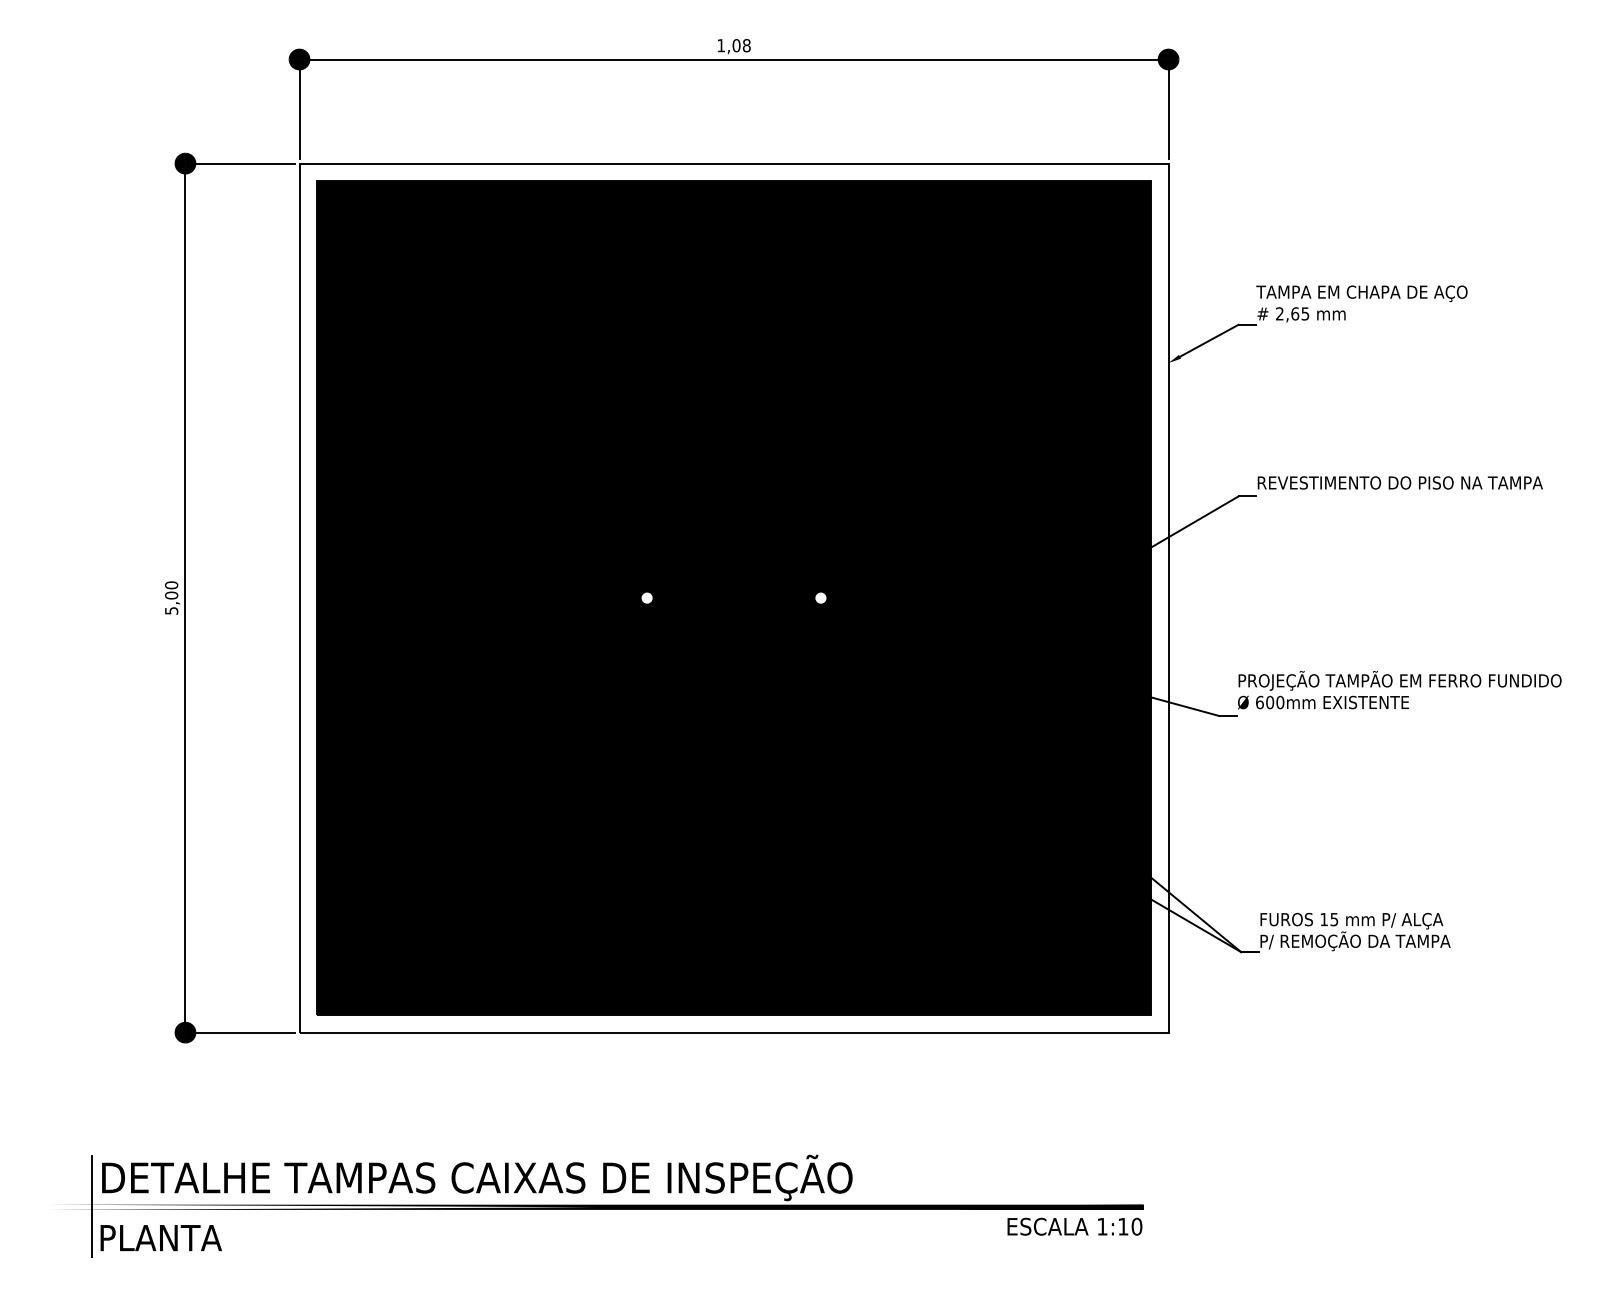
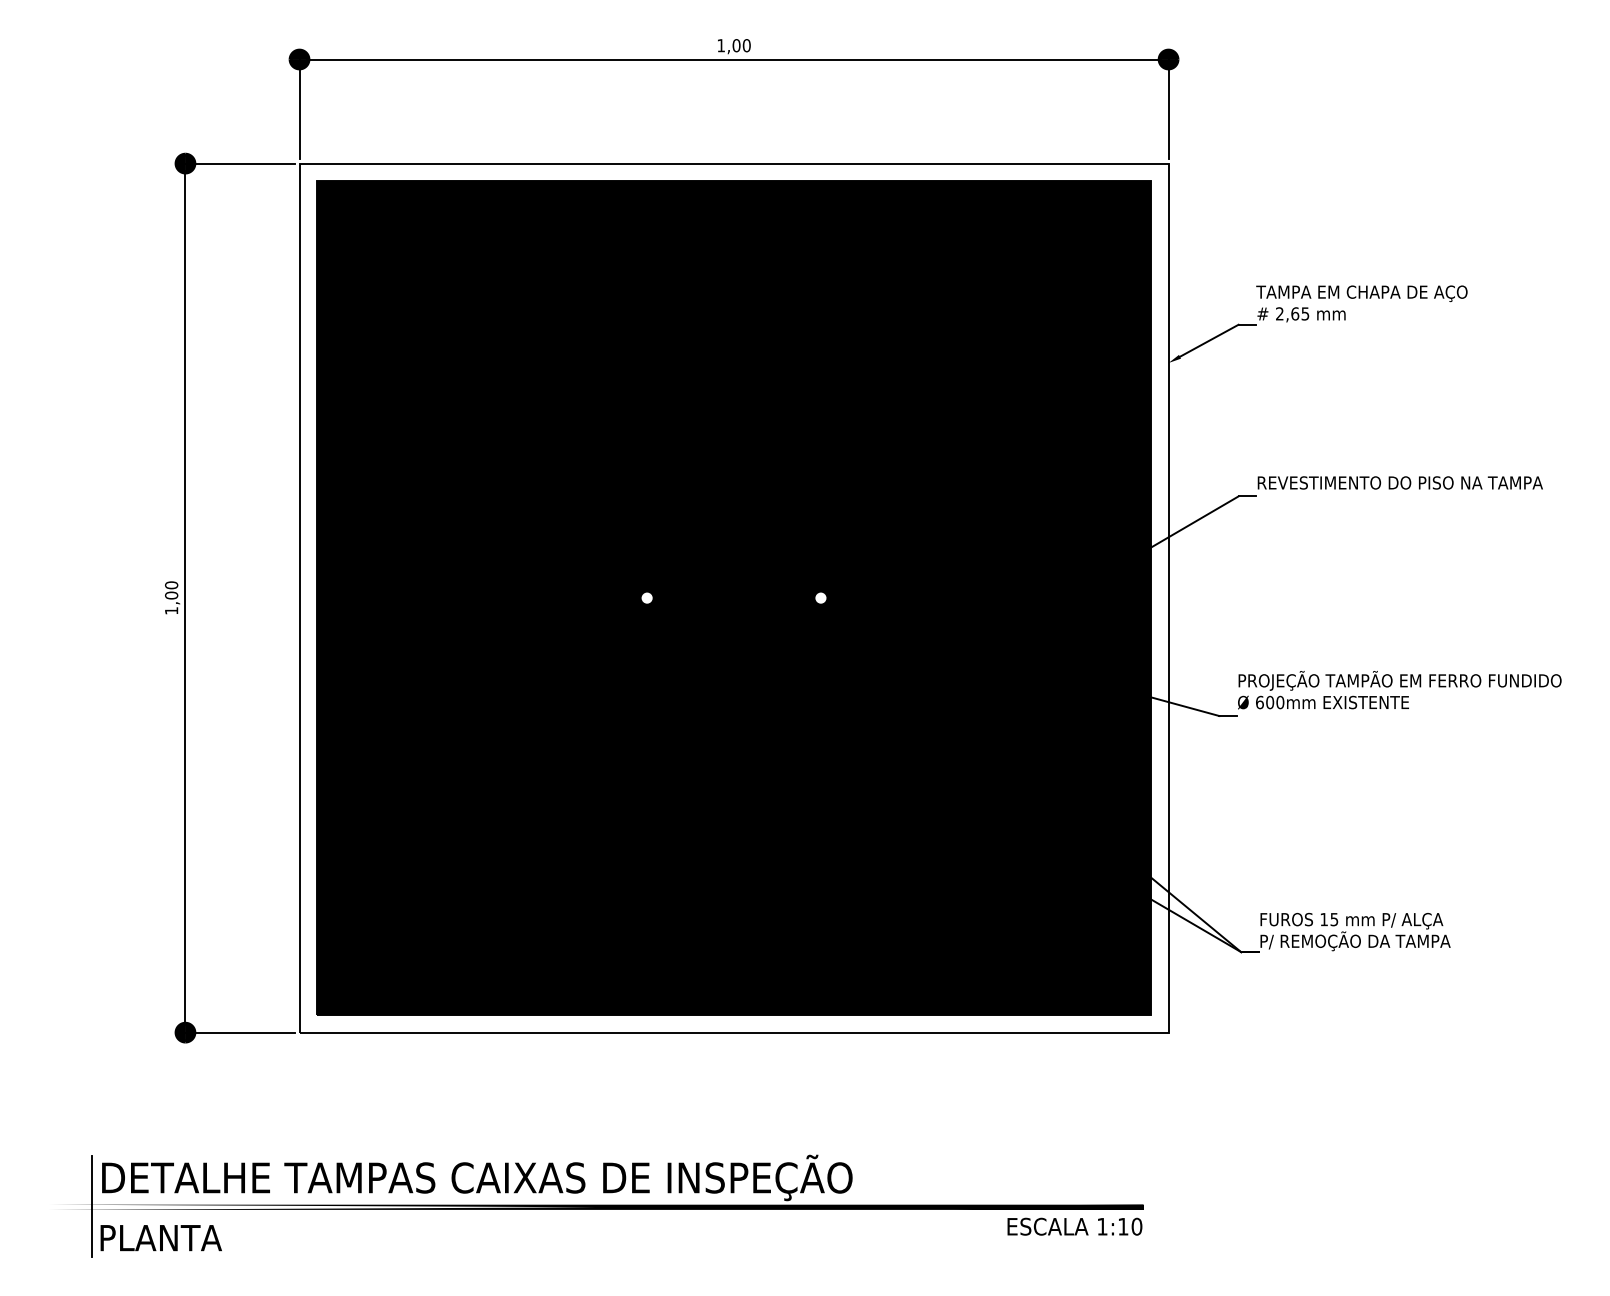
text at (746, 45): 1,08 -> 1,00
text at (171, 610): 5,00 -> 1,00
